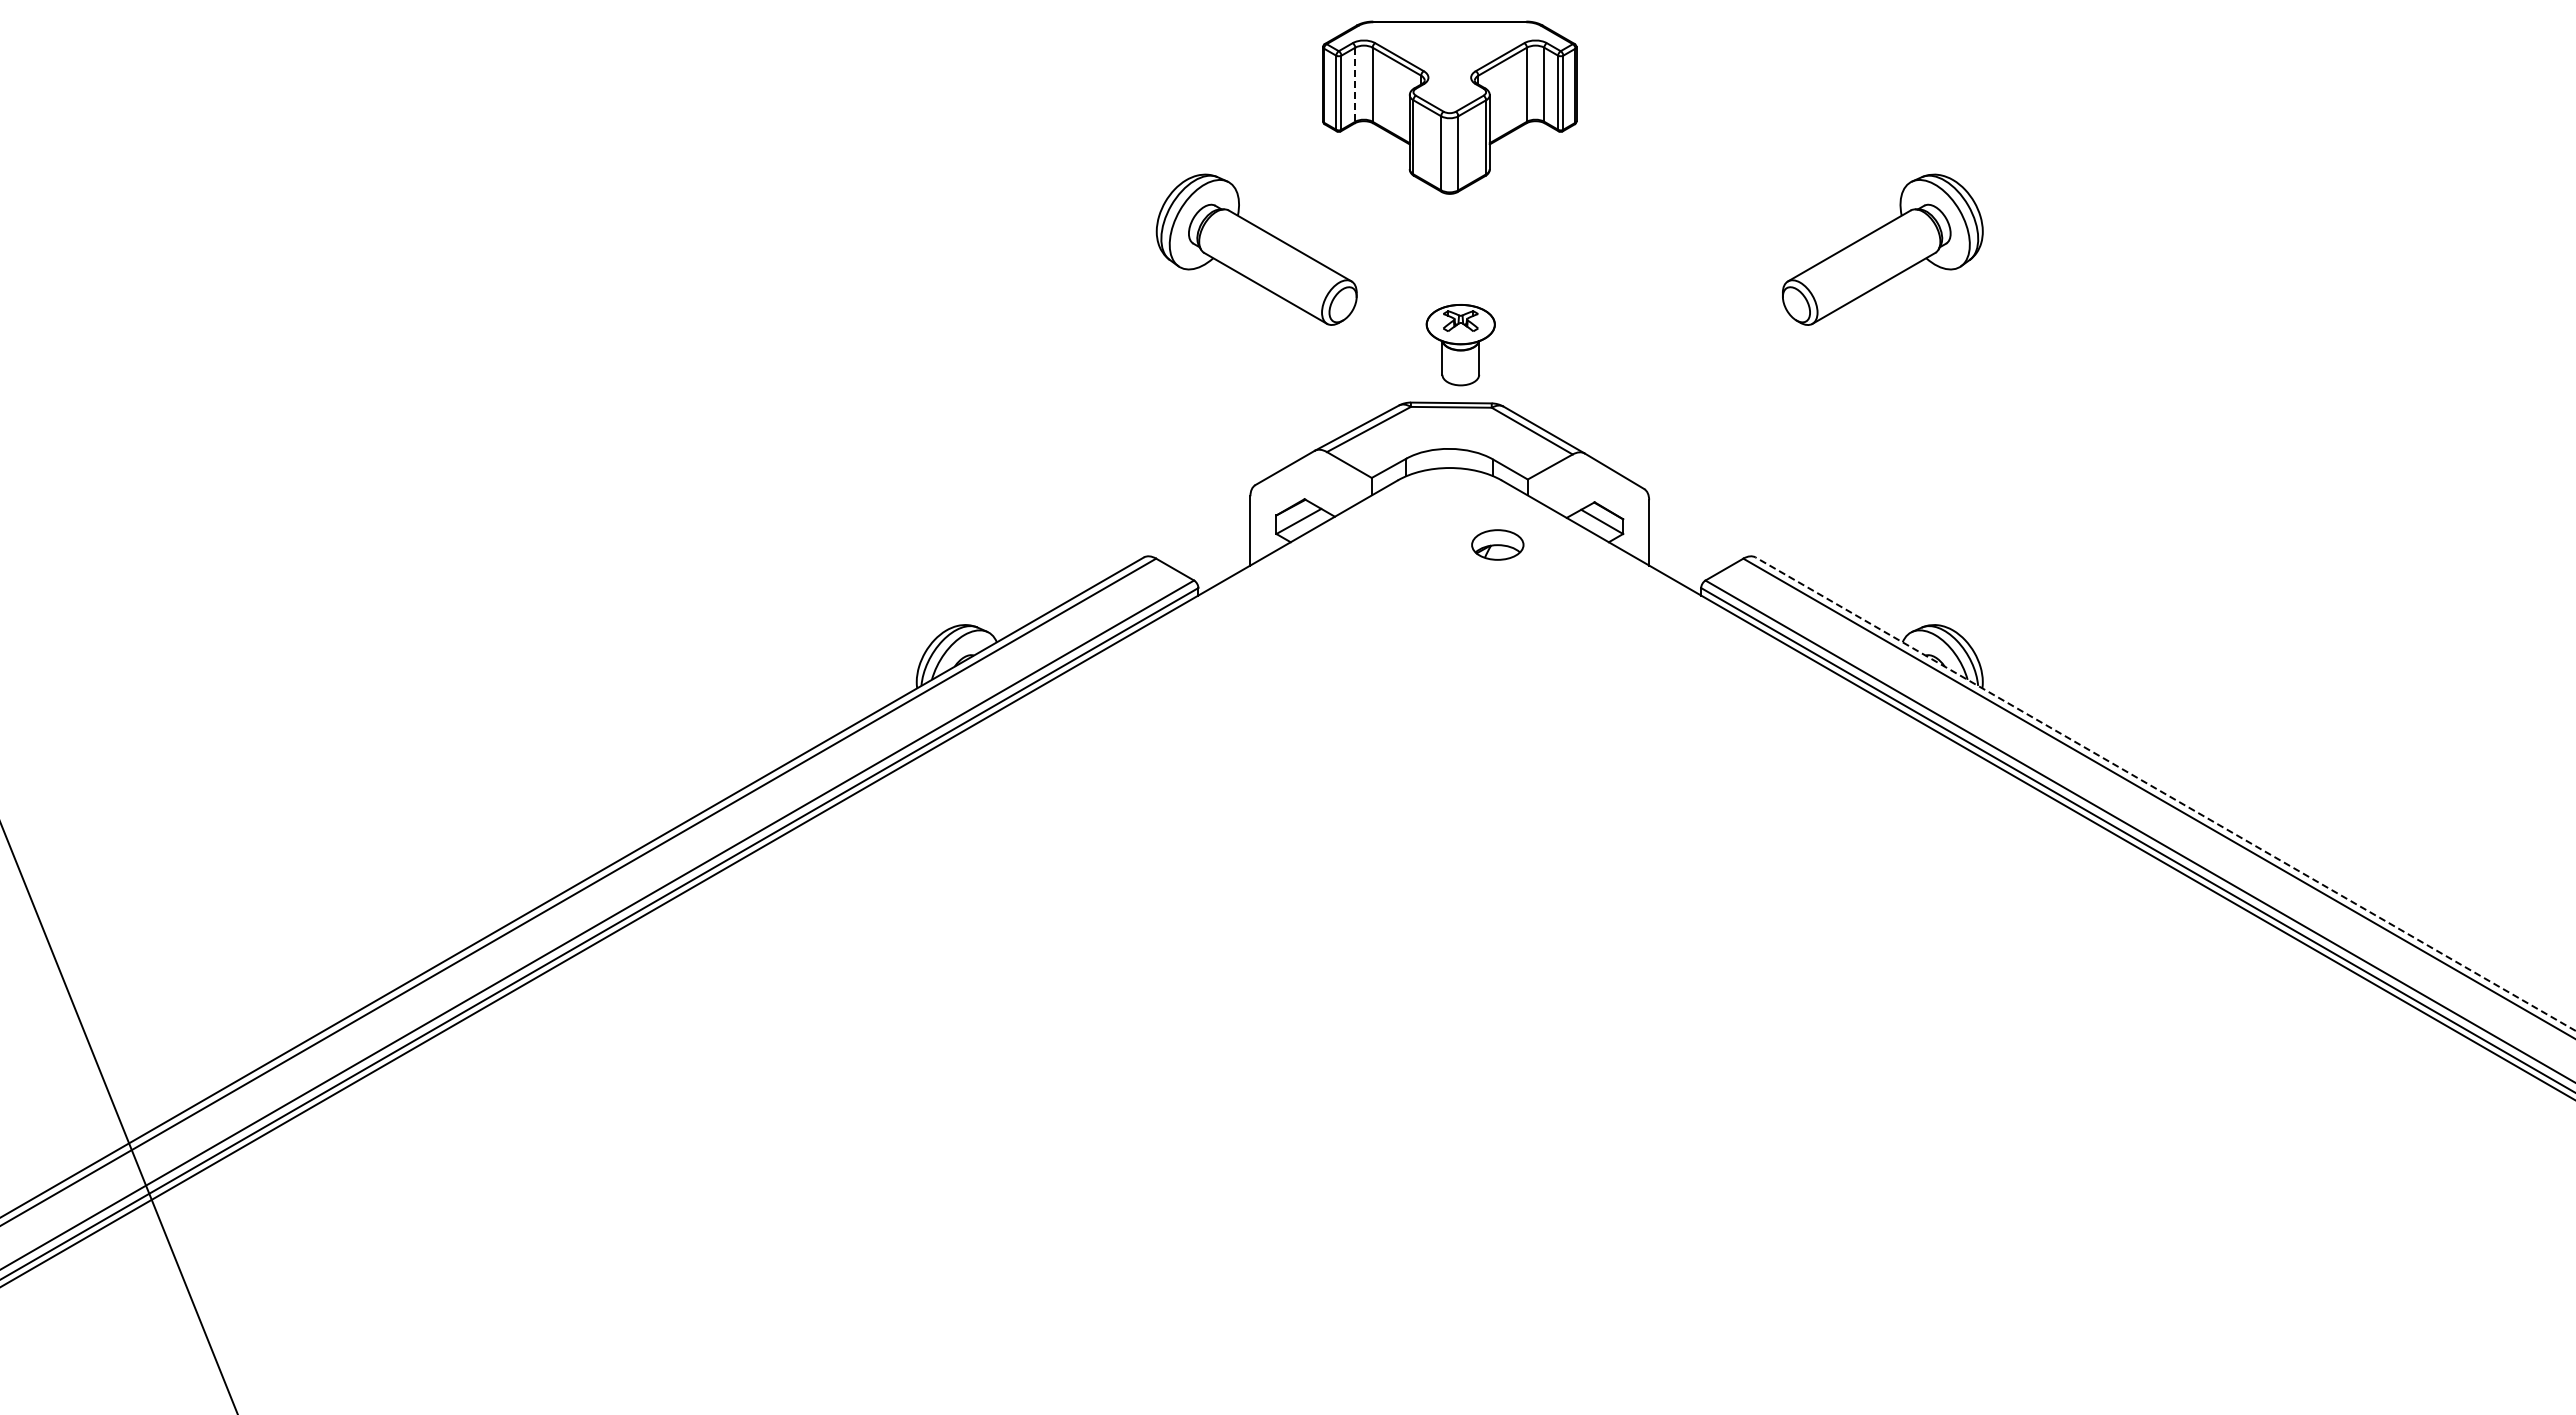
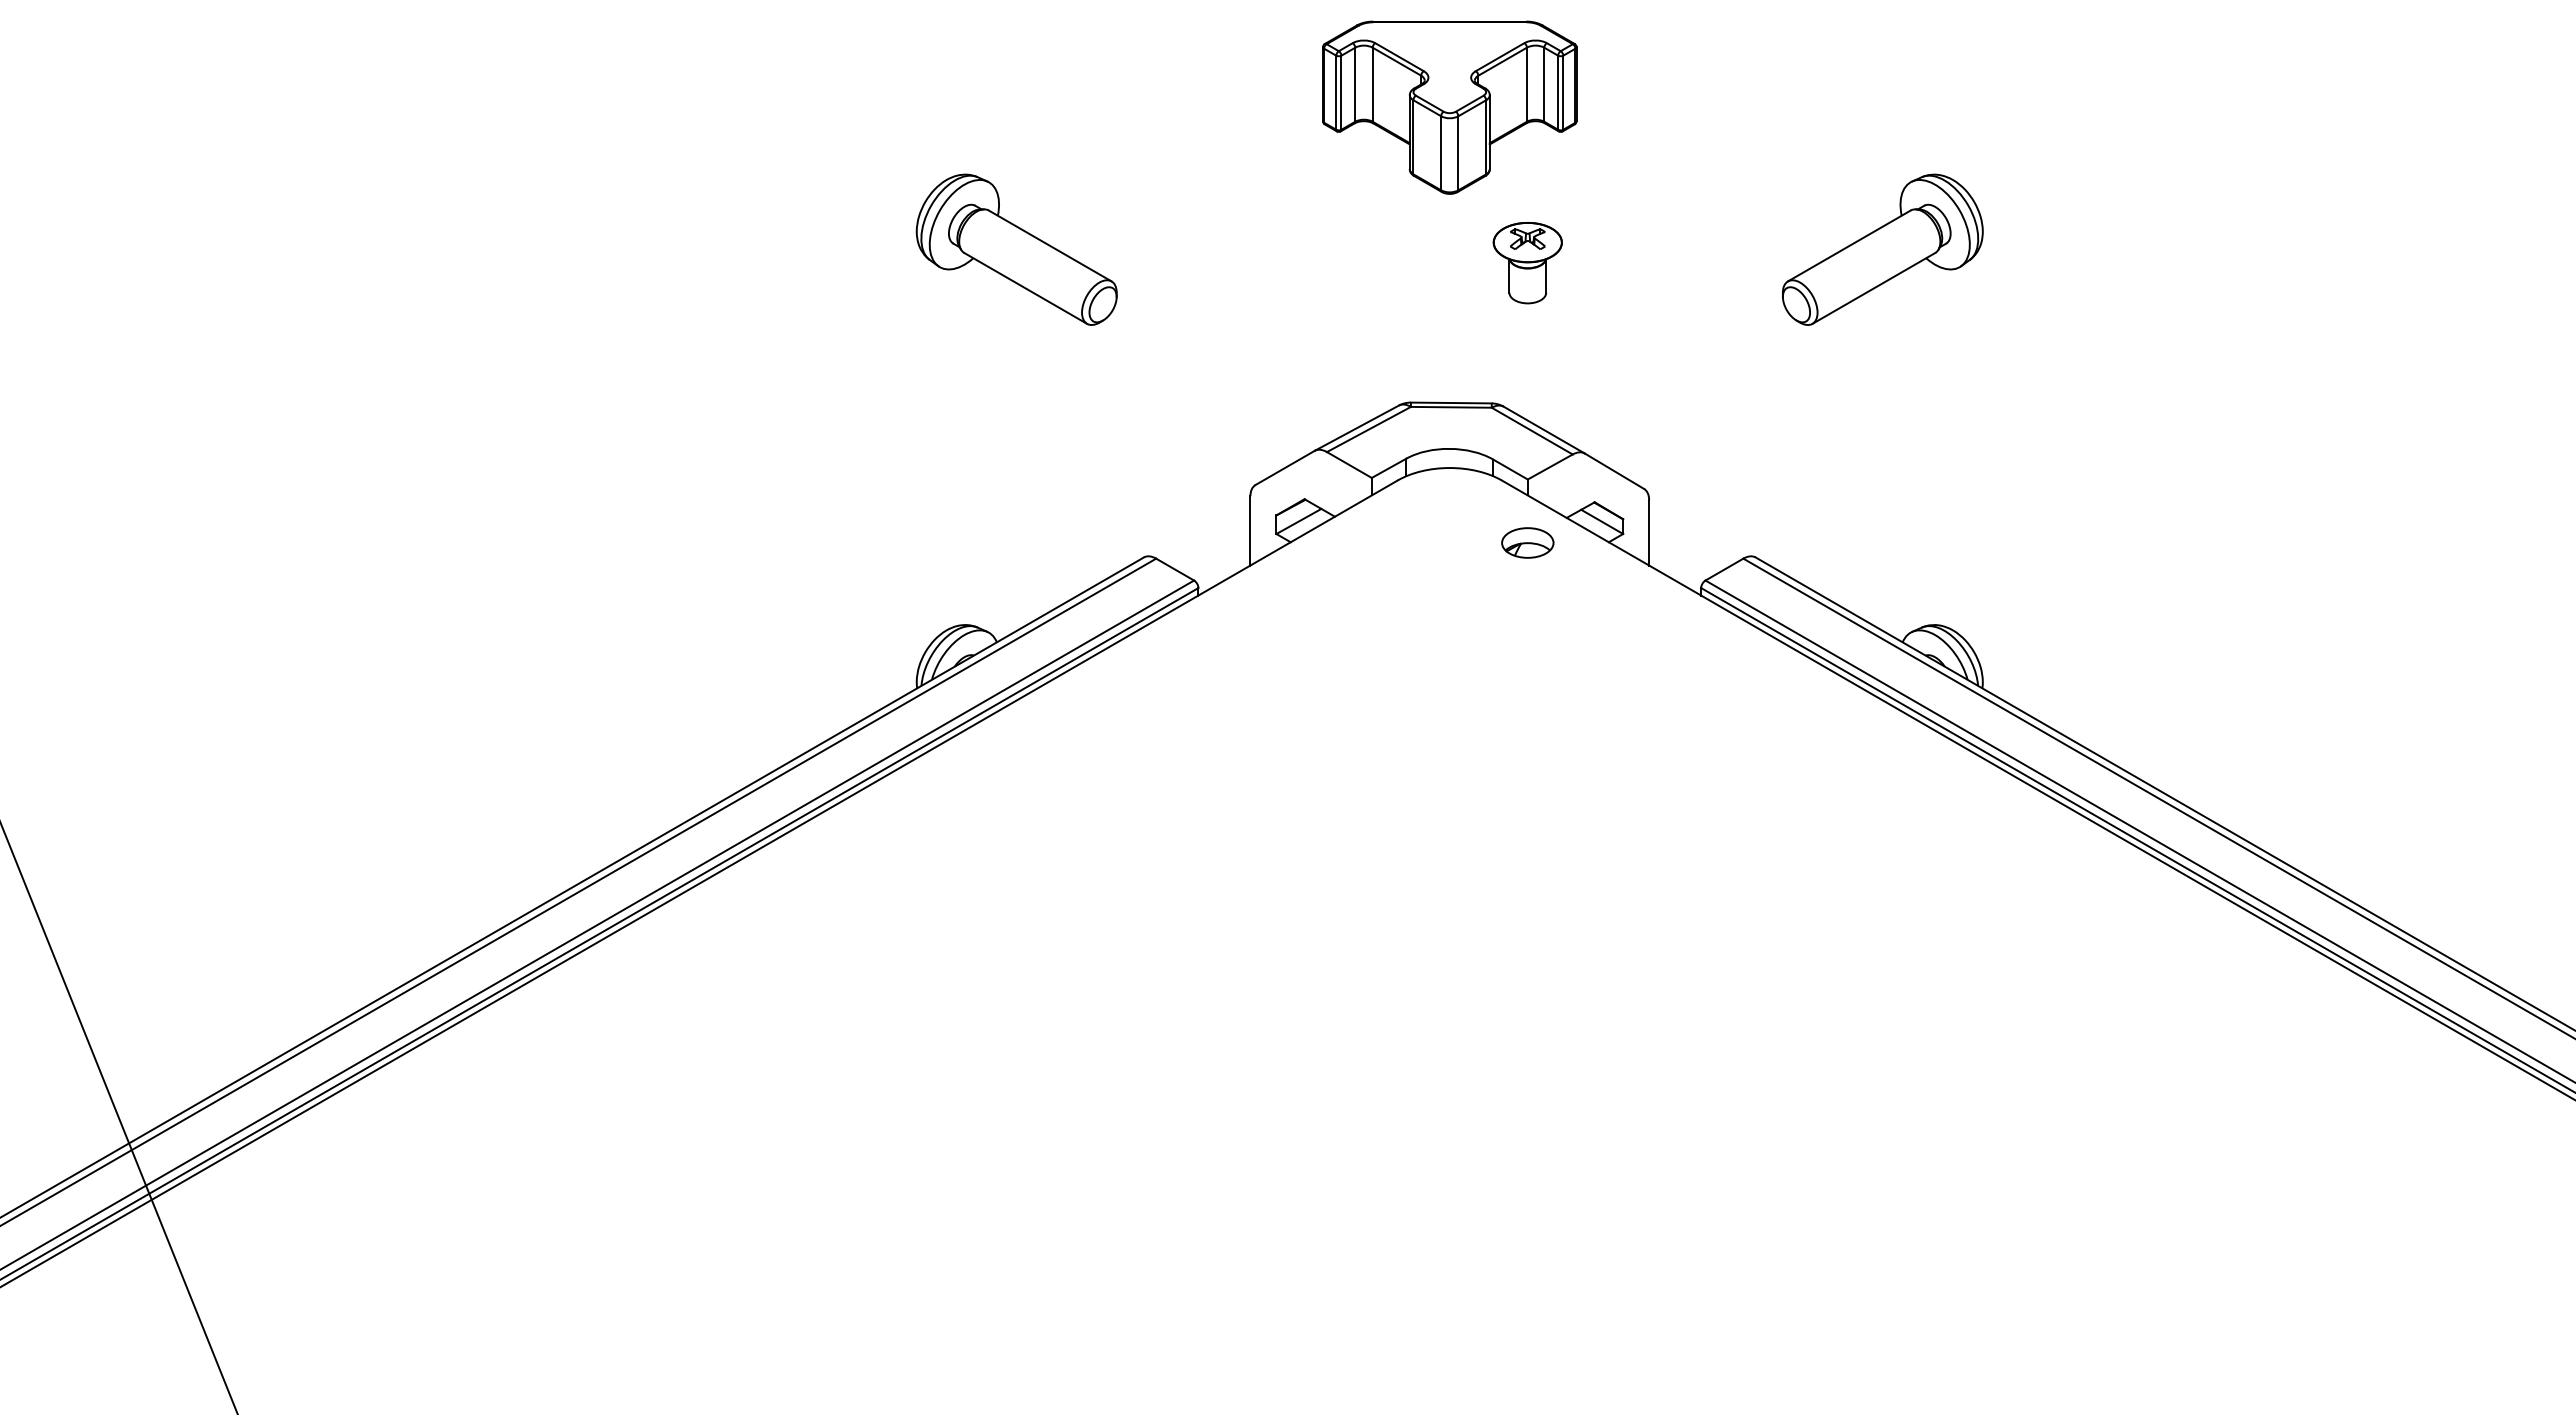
line at (1355, 85): dashed -> solid
part at (1256, 249) position: (1256, 249) -> (1016, 249)
part at (1460, 345) position: (1460, 345) -> (1527, 263)
part at (1497, 544) position: (1497, 544) -> (1527, 542)
line at (2165, 793): dashed -> solid
